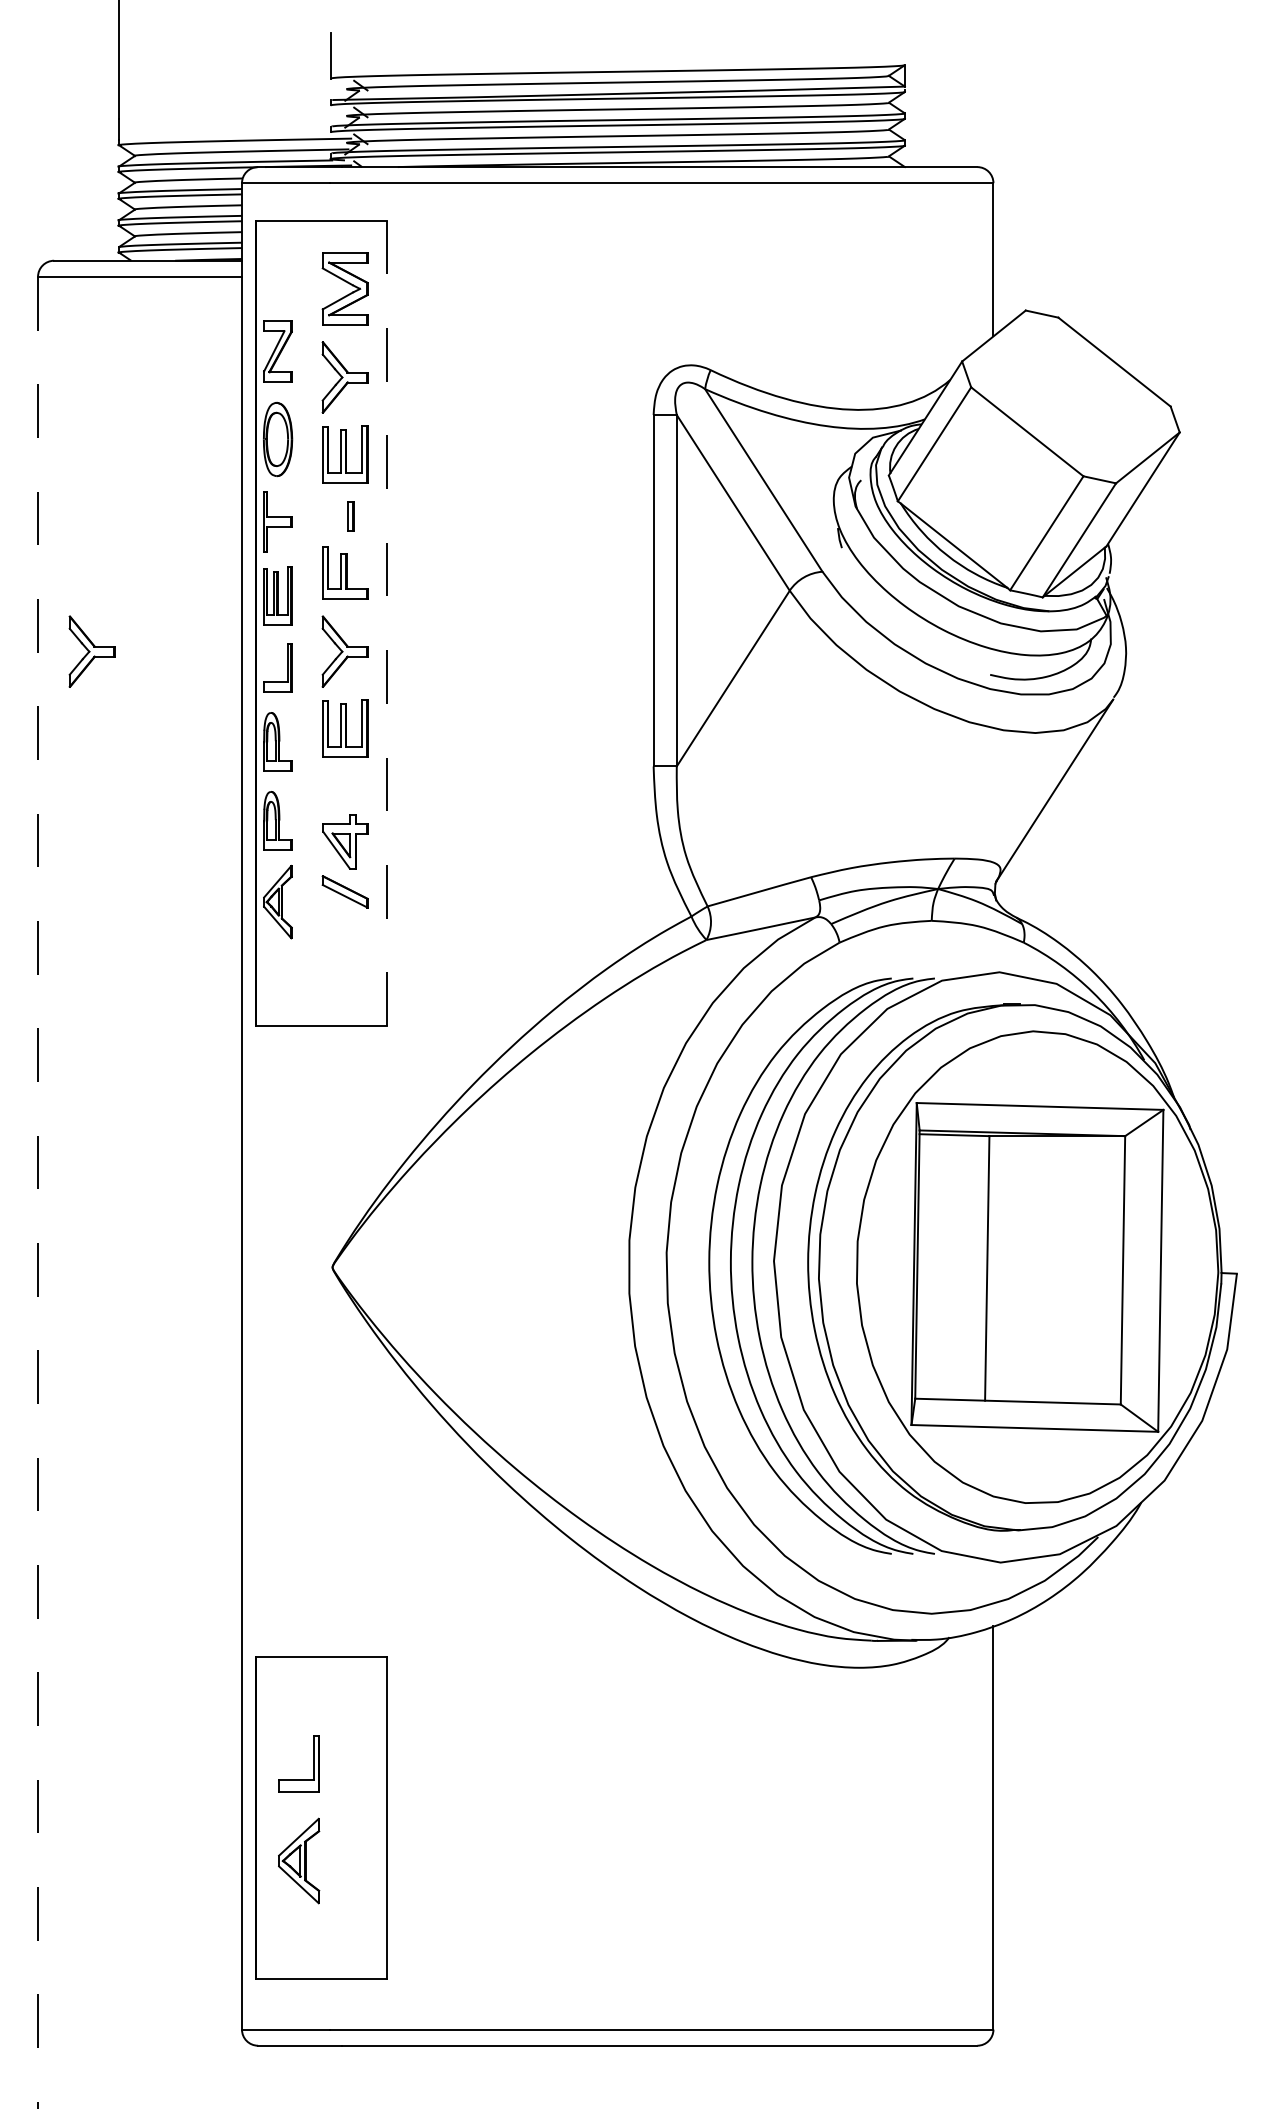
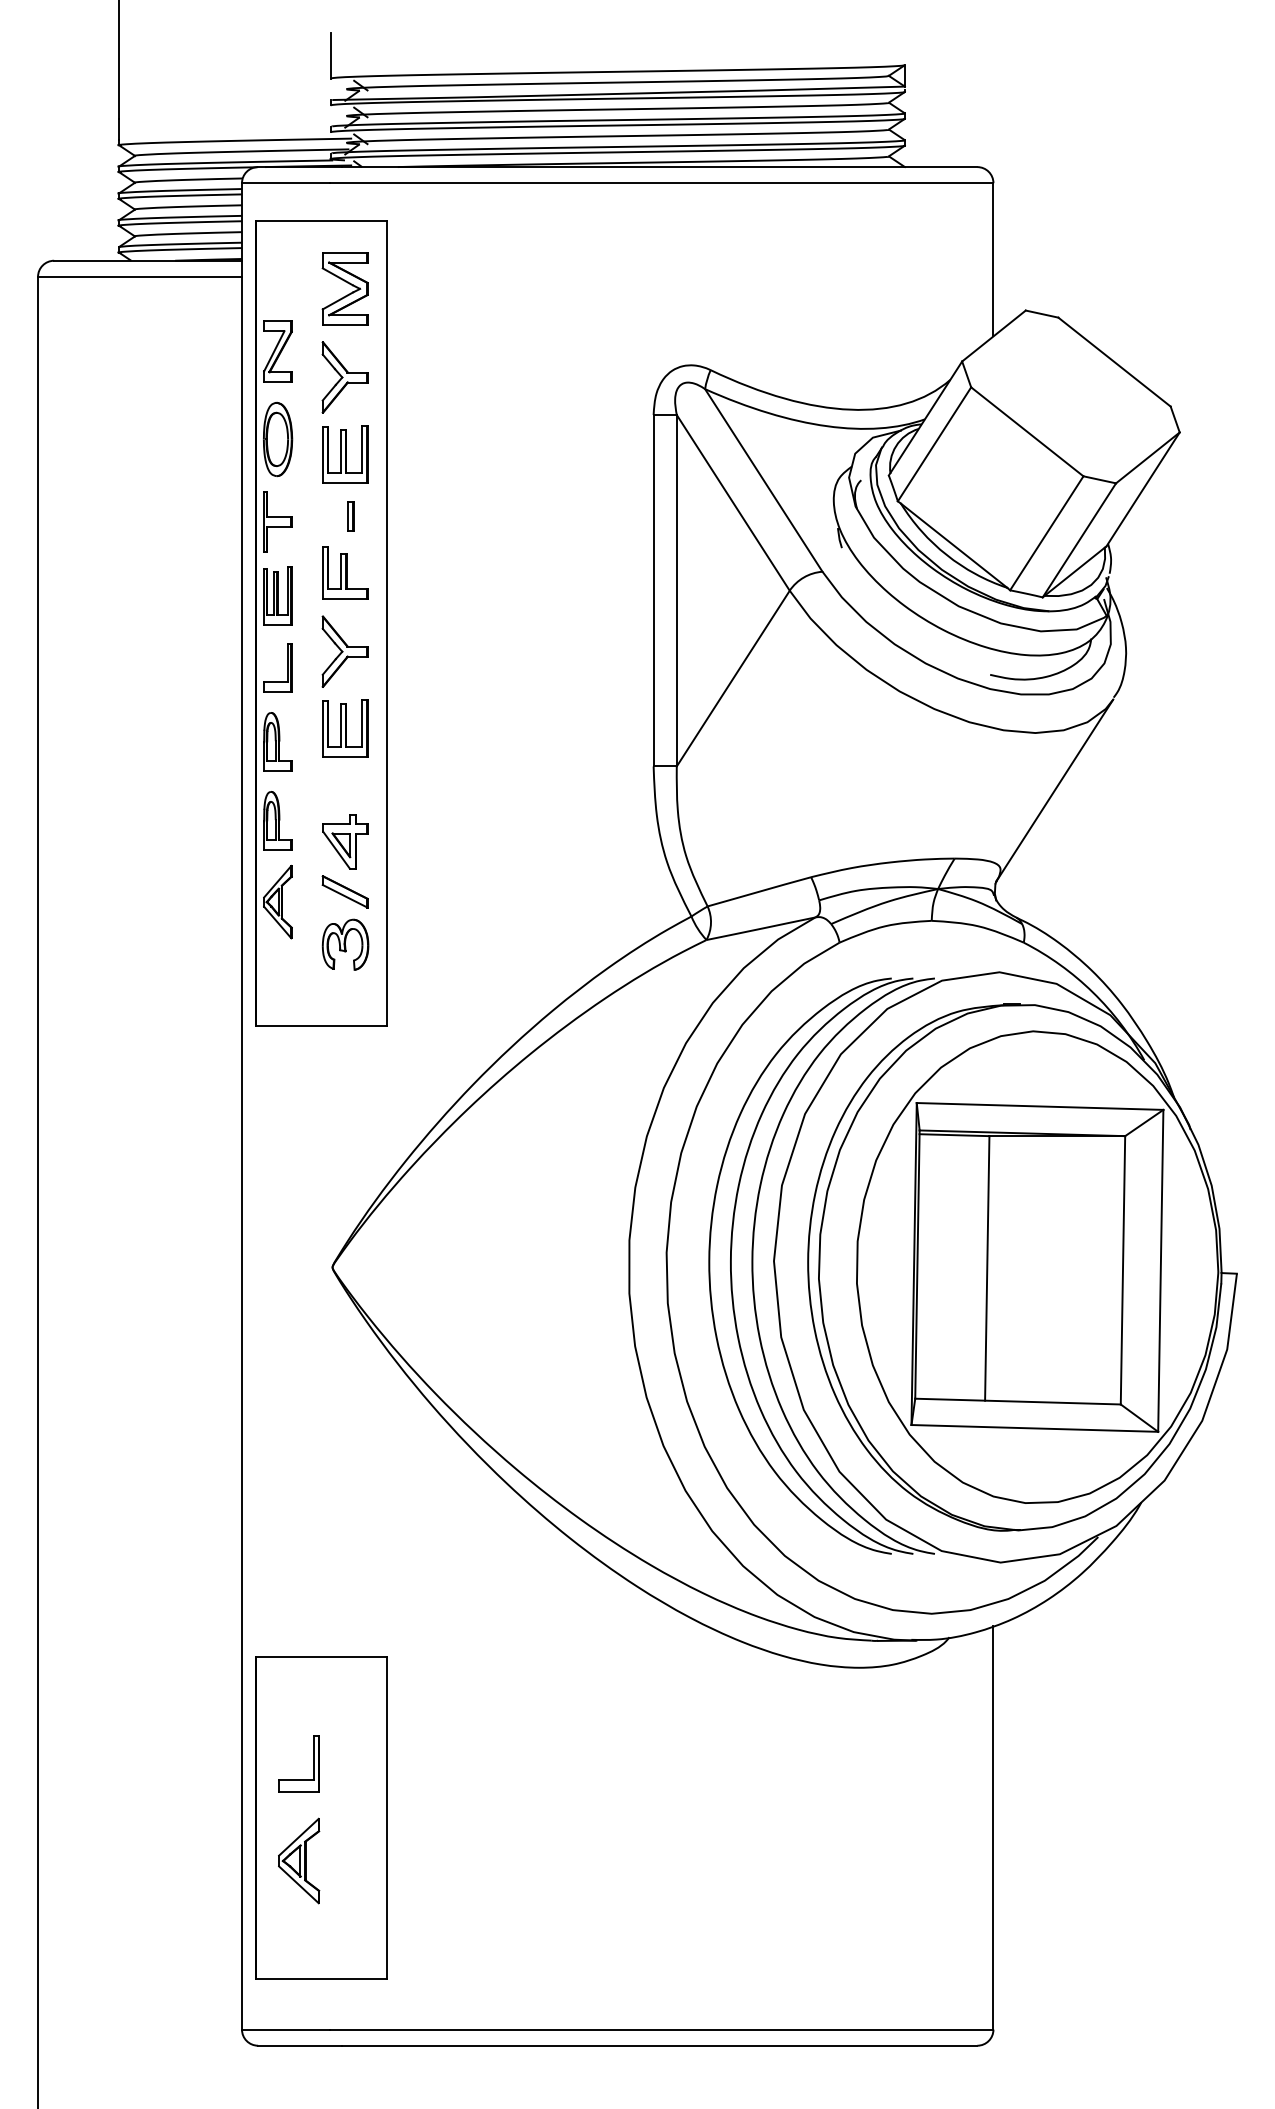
line at (387, 623): dashed -> solid
part at (91, 651): present -> none
part at (345, 944): none -> present
line at (38, 1192): dashed -> solid
